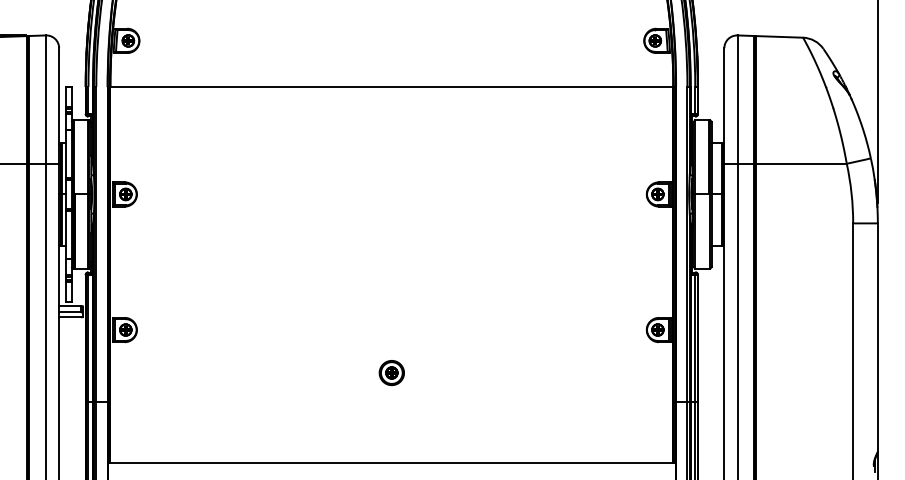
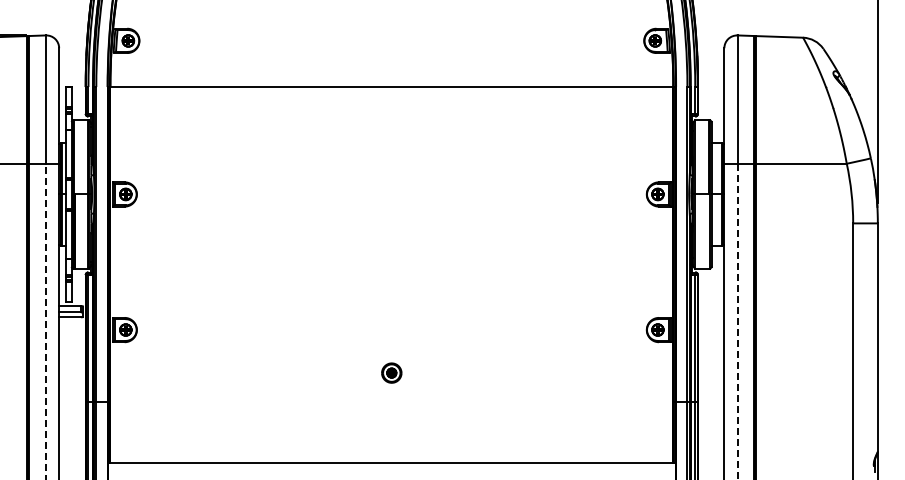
line at (45, 321): solid -> dashed
line at (737, 321): solid -> dashed
part at (391, 373) size: 27x27 px -> 22x22 px
